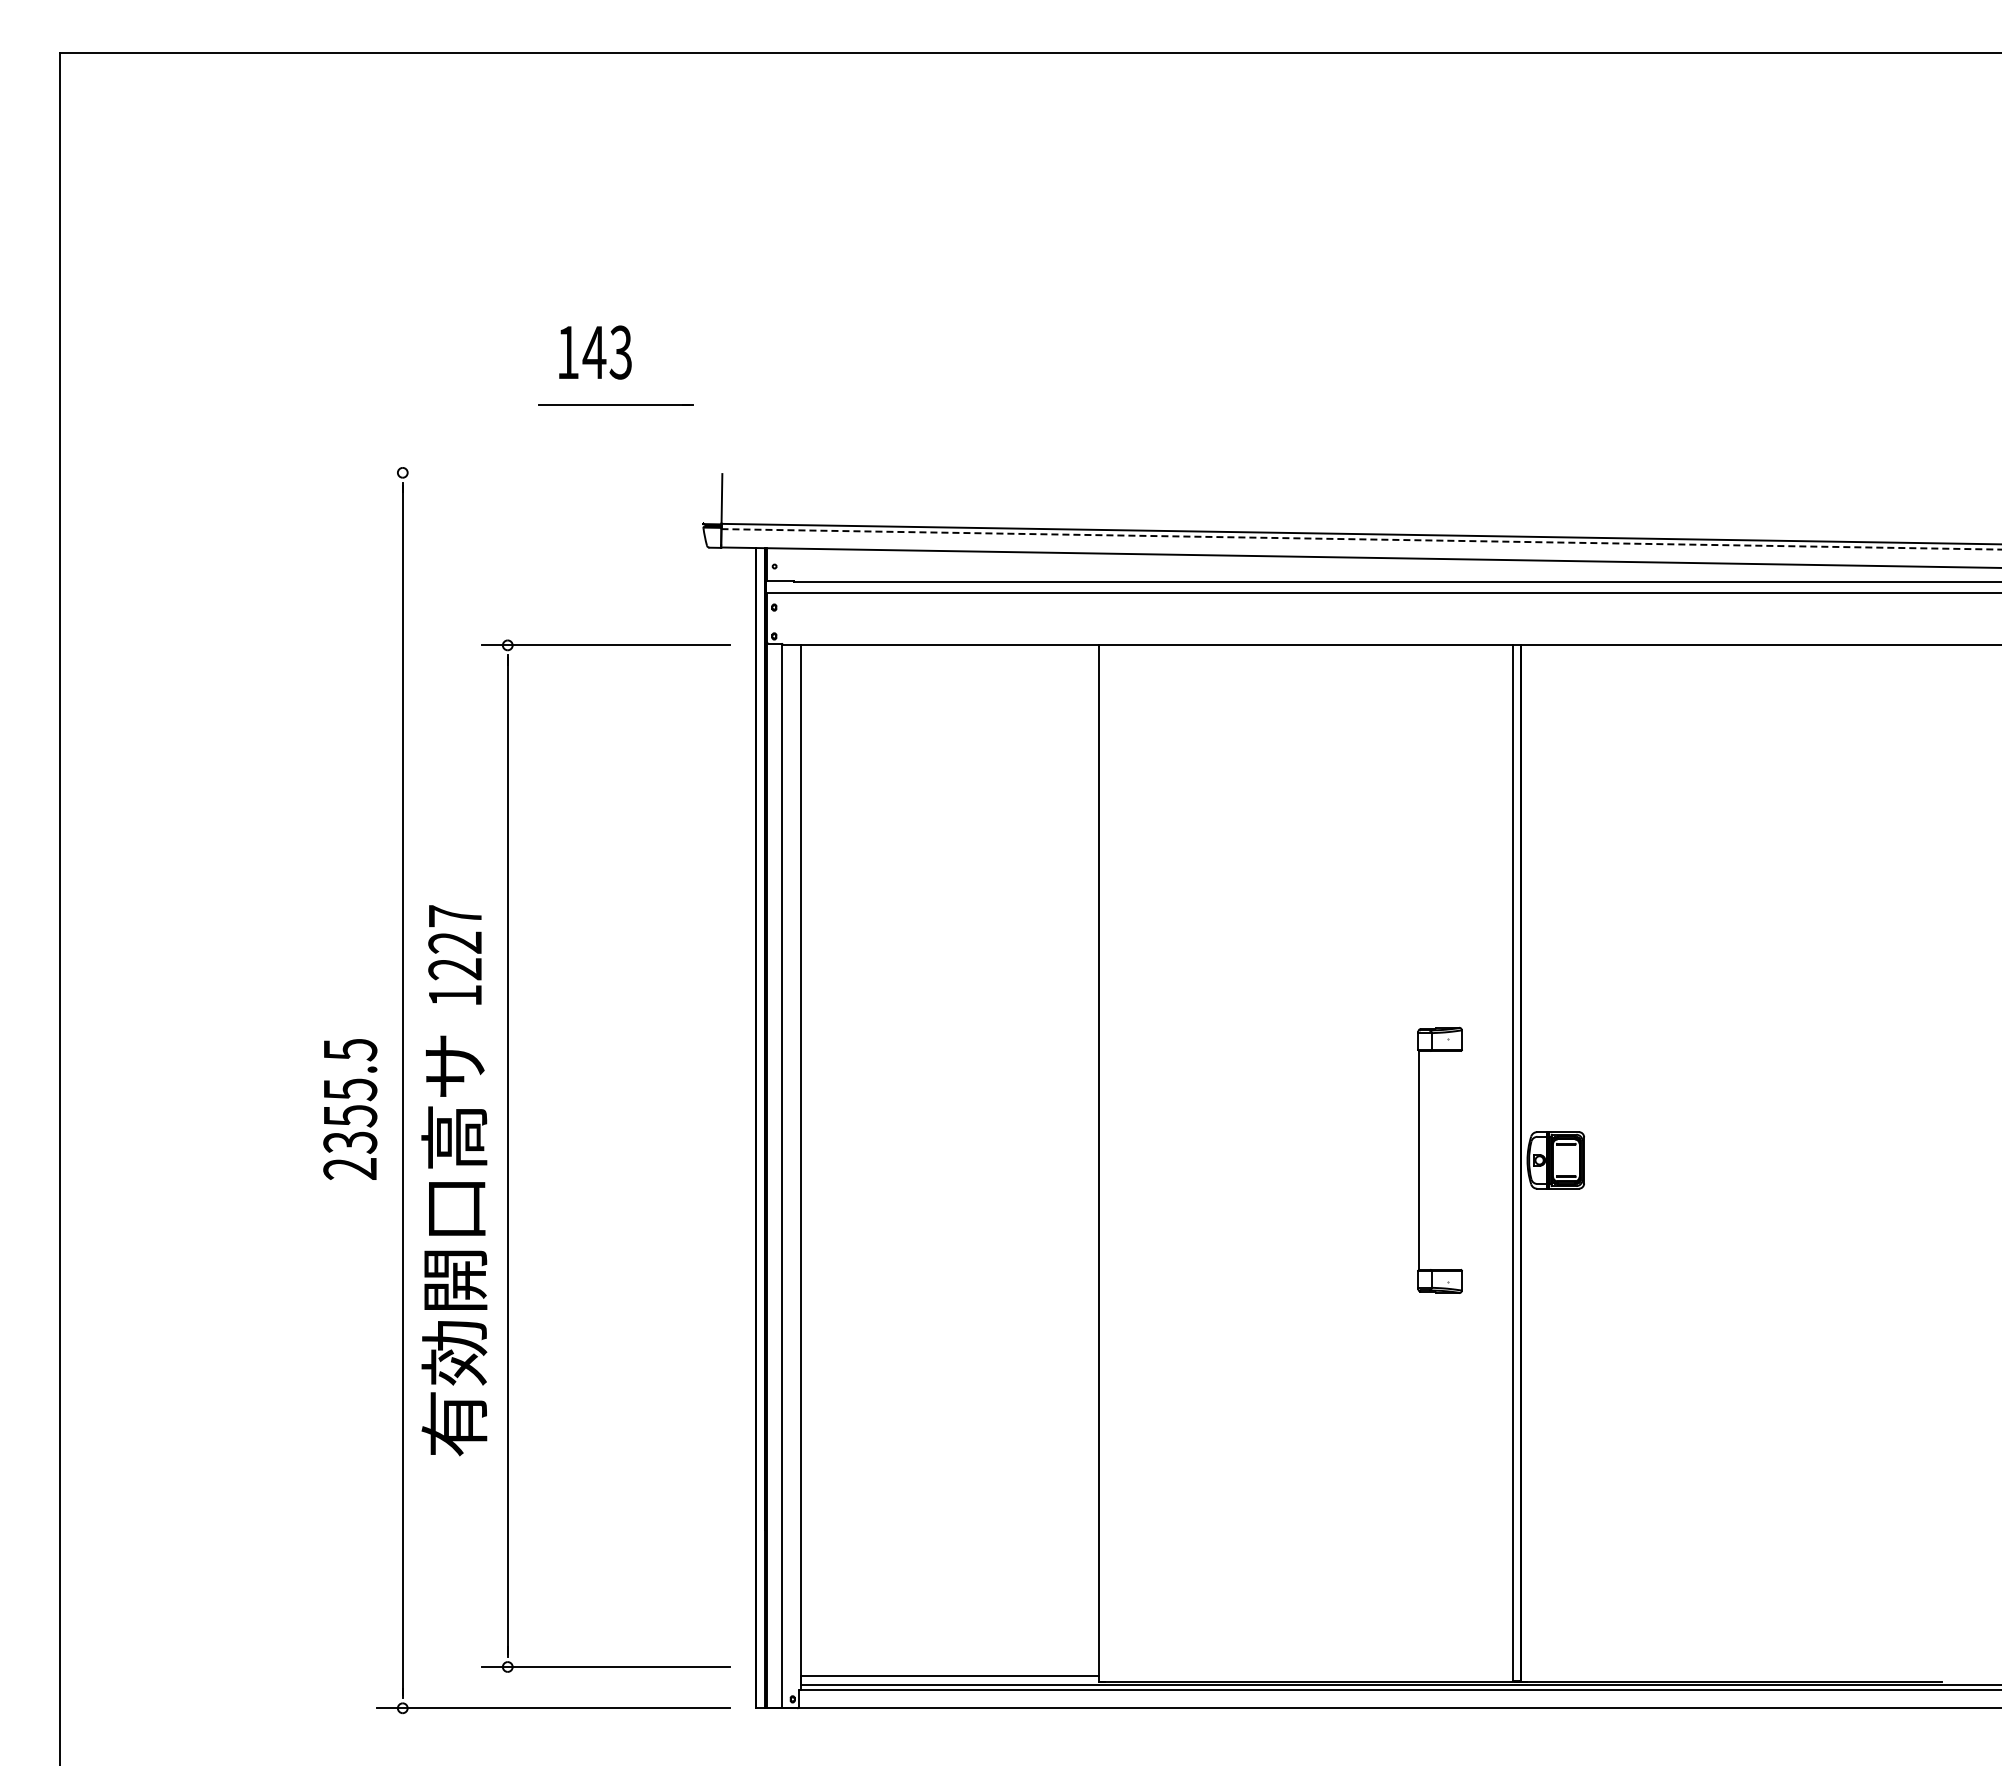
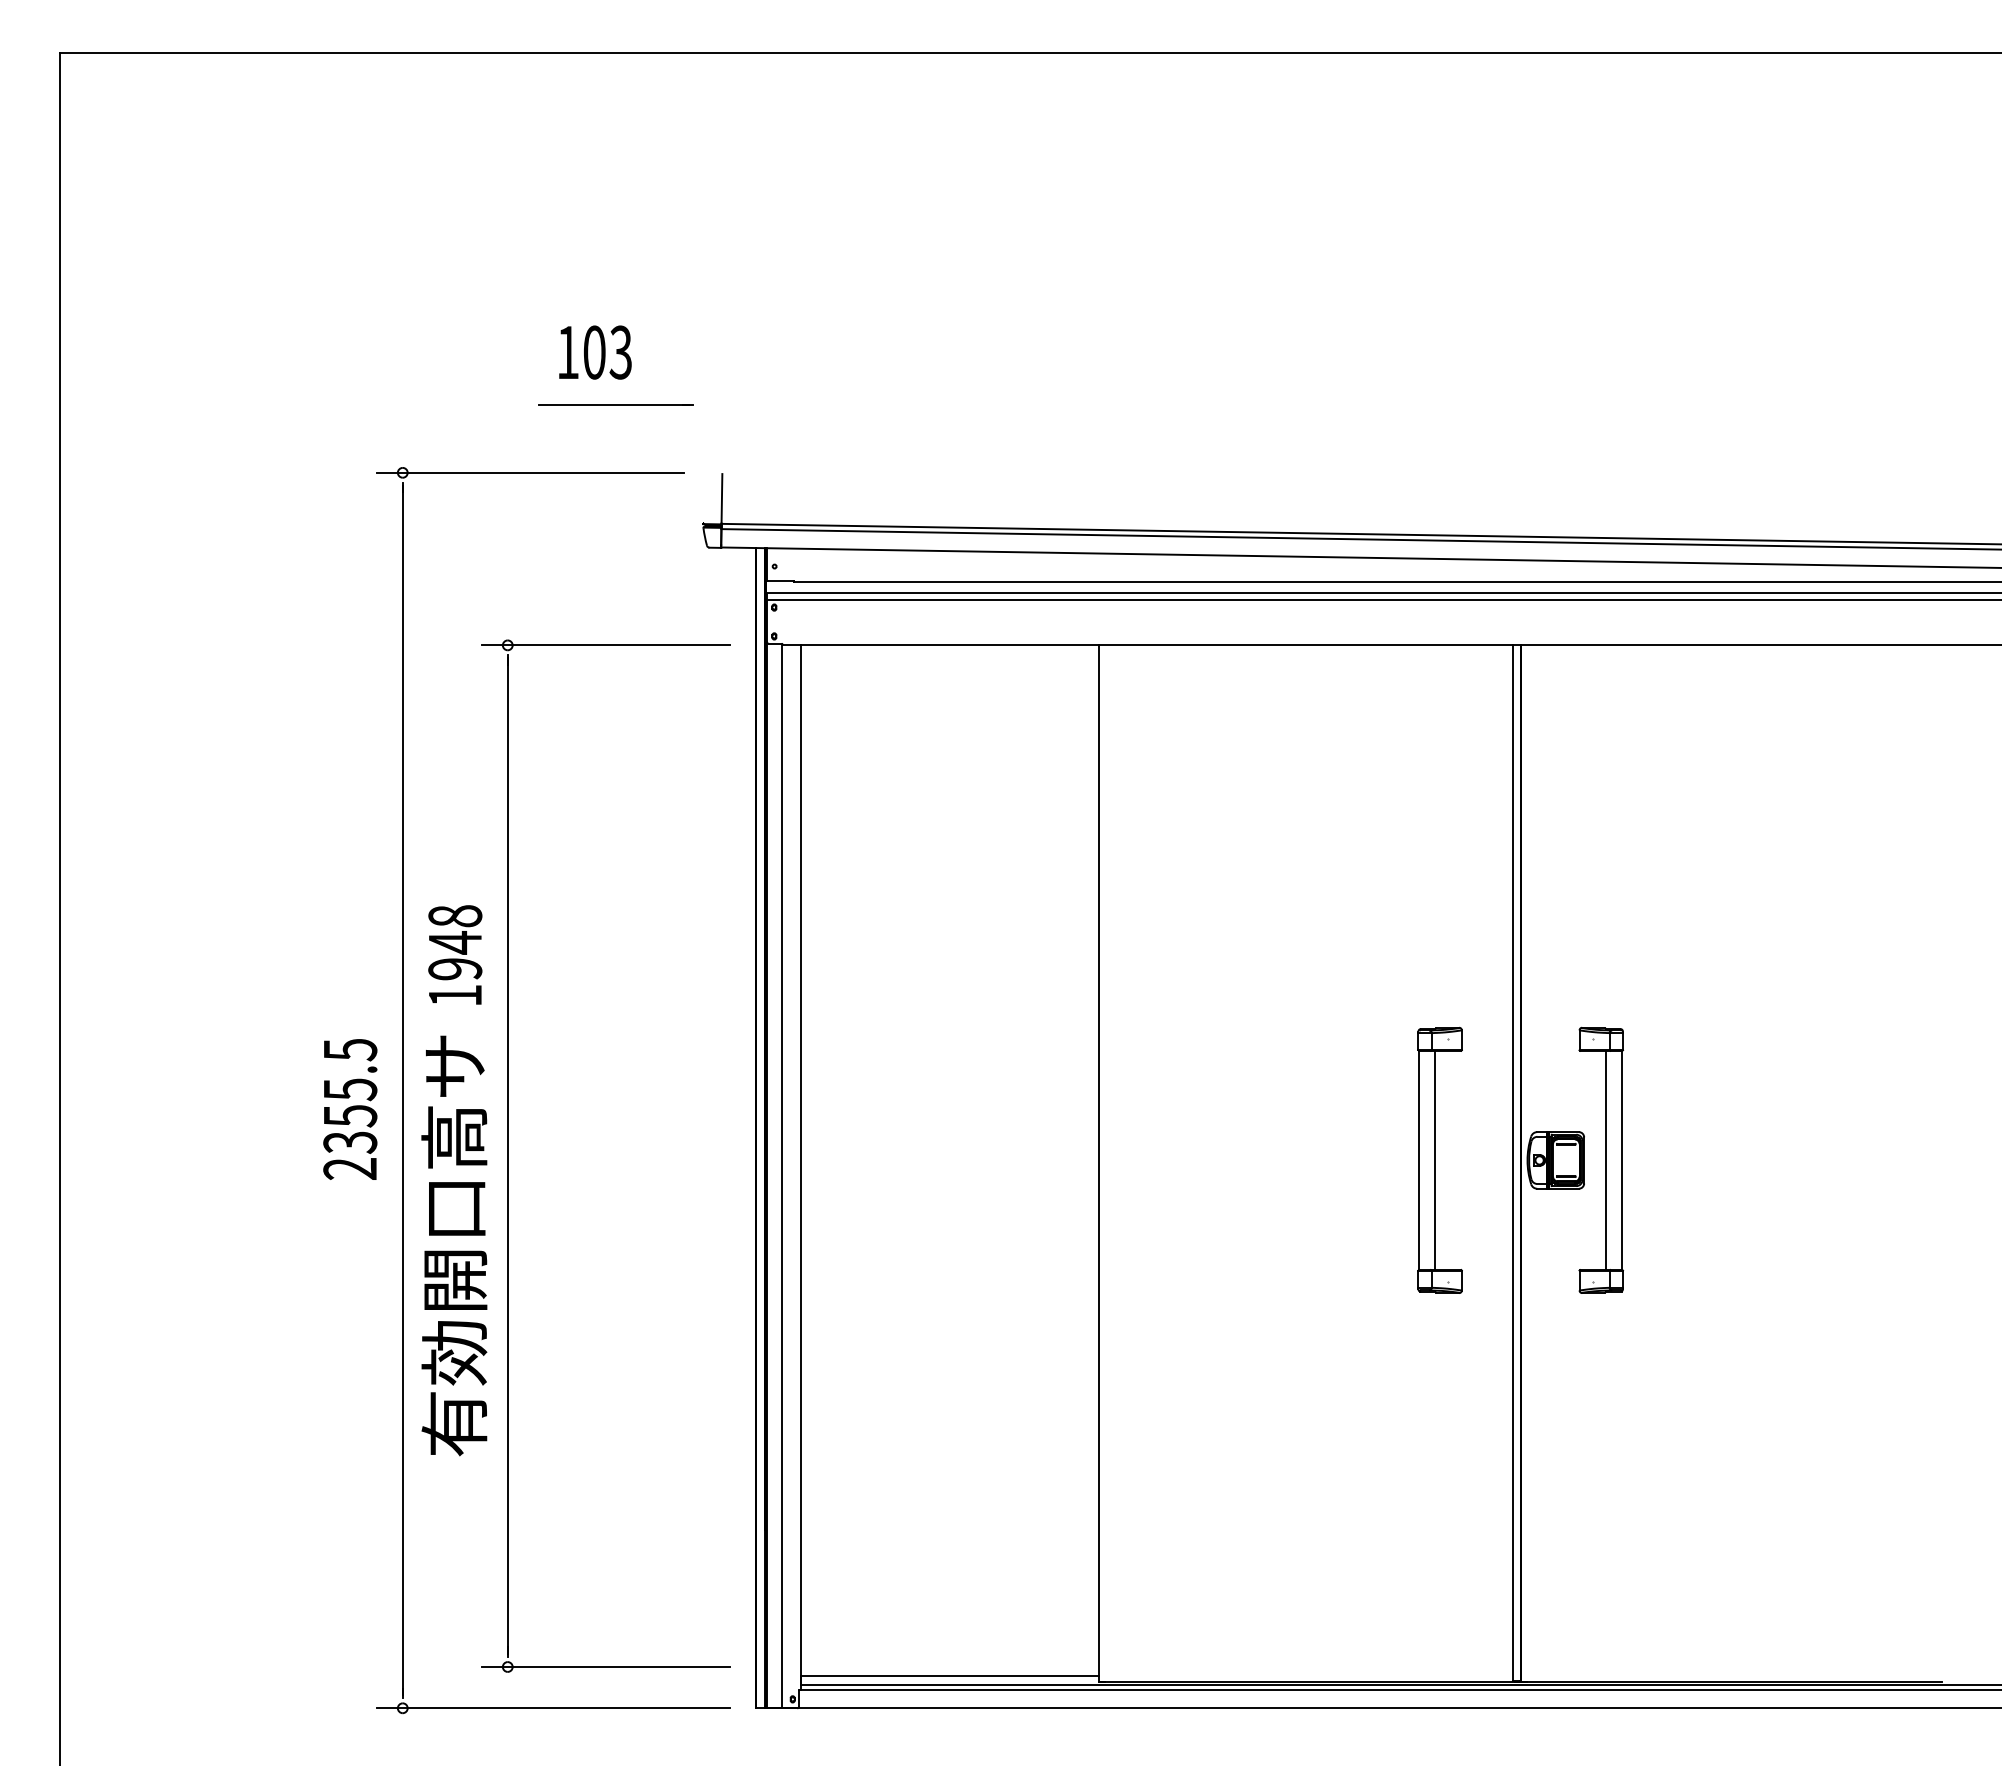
text at (594, 352): 143 -> 103
line at (529, 472): none -> present
line at (1361, 539): dashed -> solid
line at (1382, 599): none -> present
text at (455, 942): 1227 -> 1948
part at (1600, 1159): none -> present
line at (1434, 1160): none -> present
